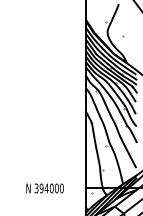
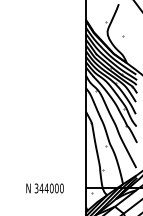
text at (41, 188): 394000 -> 344000
